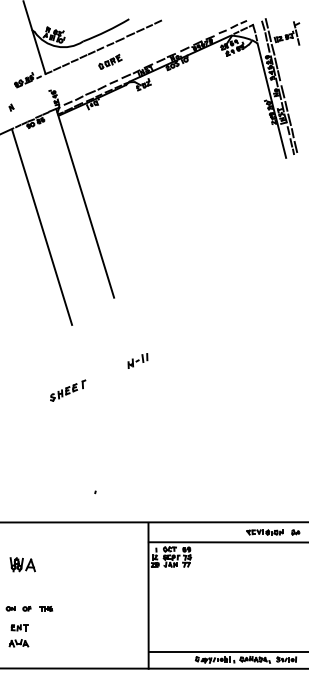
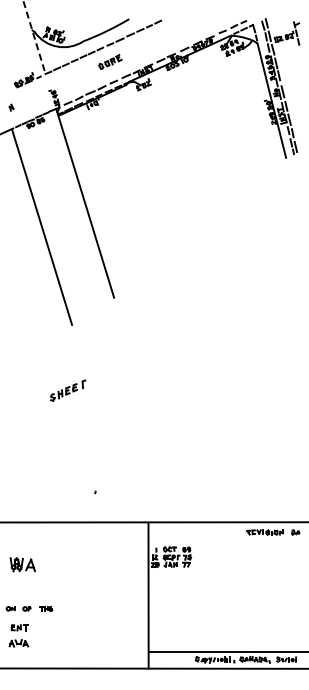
line at (34, 38): solid -> dashed
part at (137, 360): present -> none
line at (226, 542): present -> none
